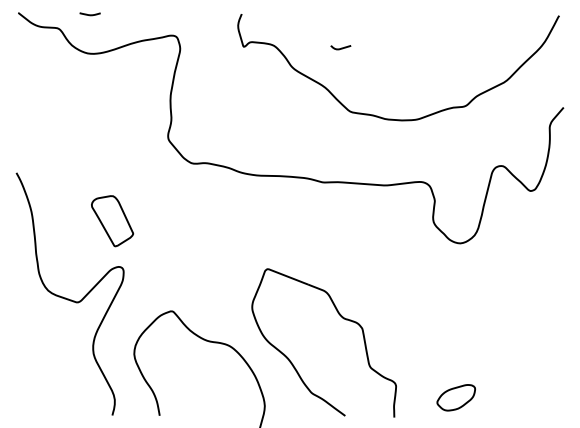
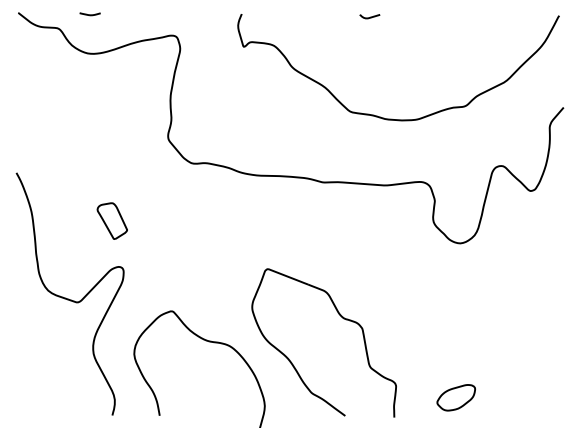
curve at (341, 47) position: (341, 47) -> (370, 16)
part at (112, 221) size: 44x53 px -> 32x38 px
